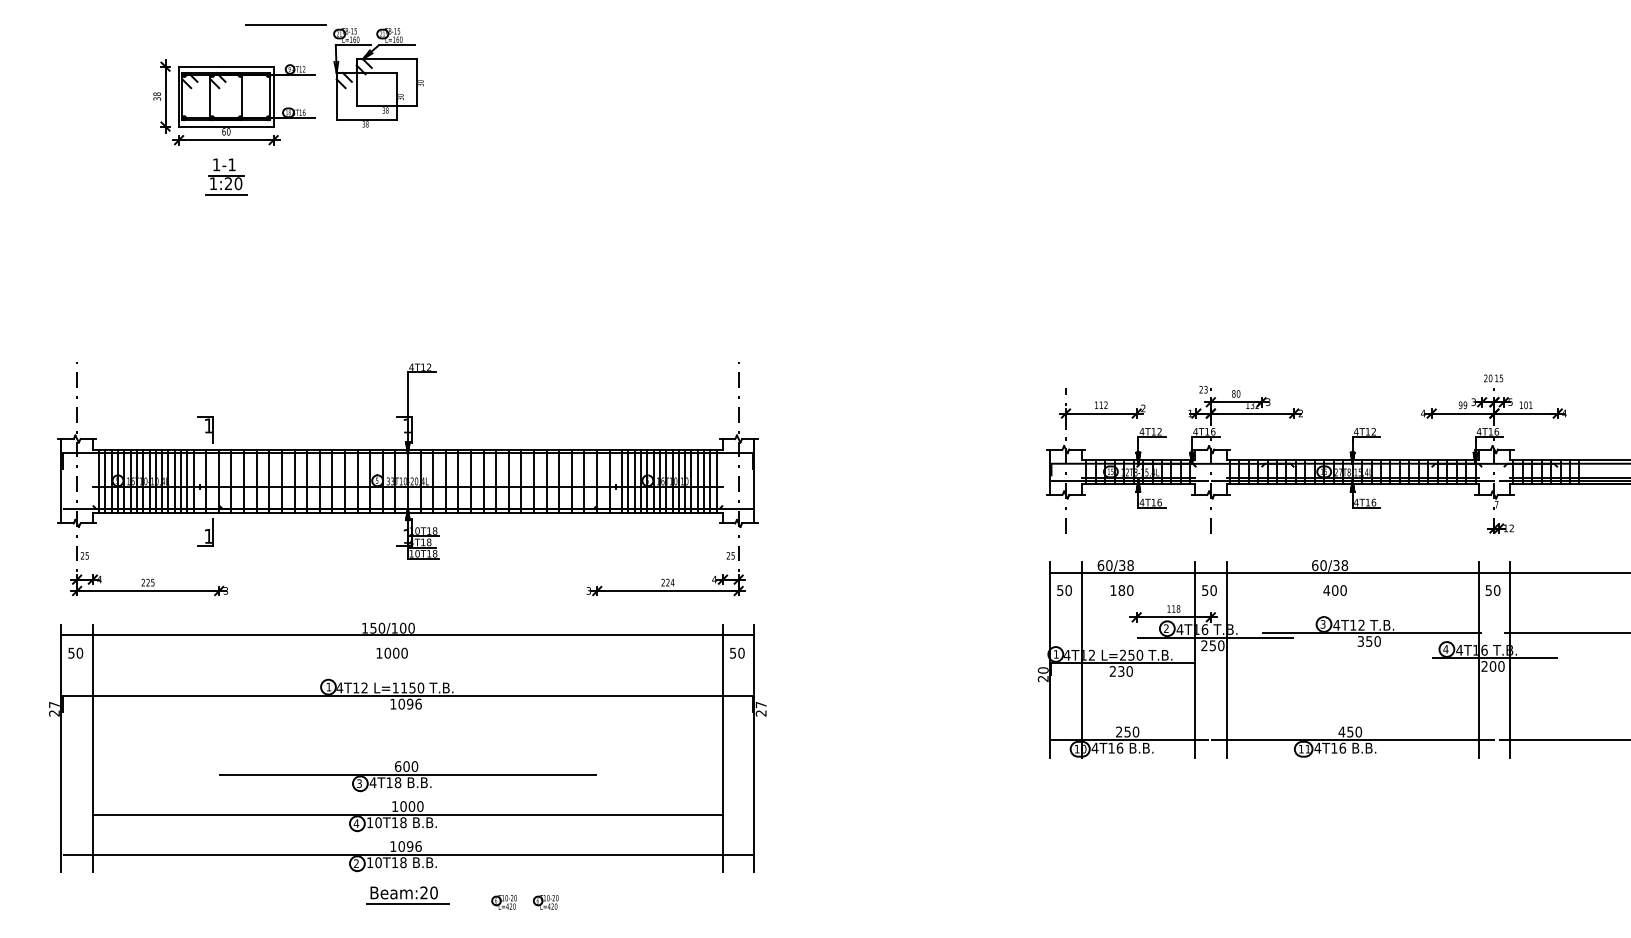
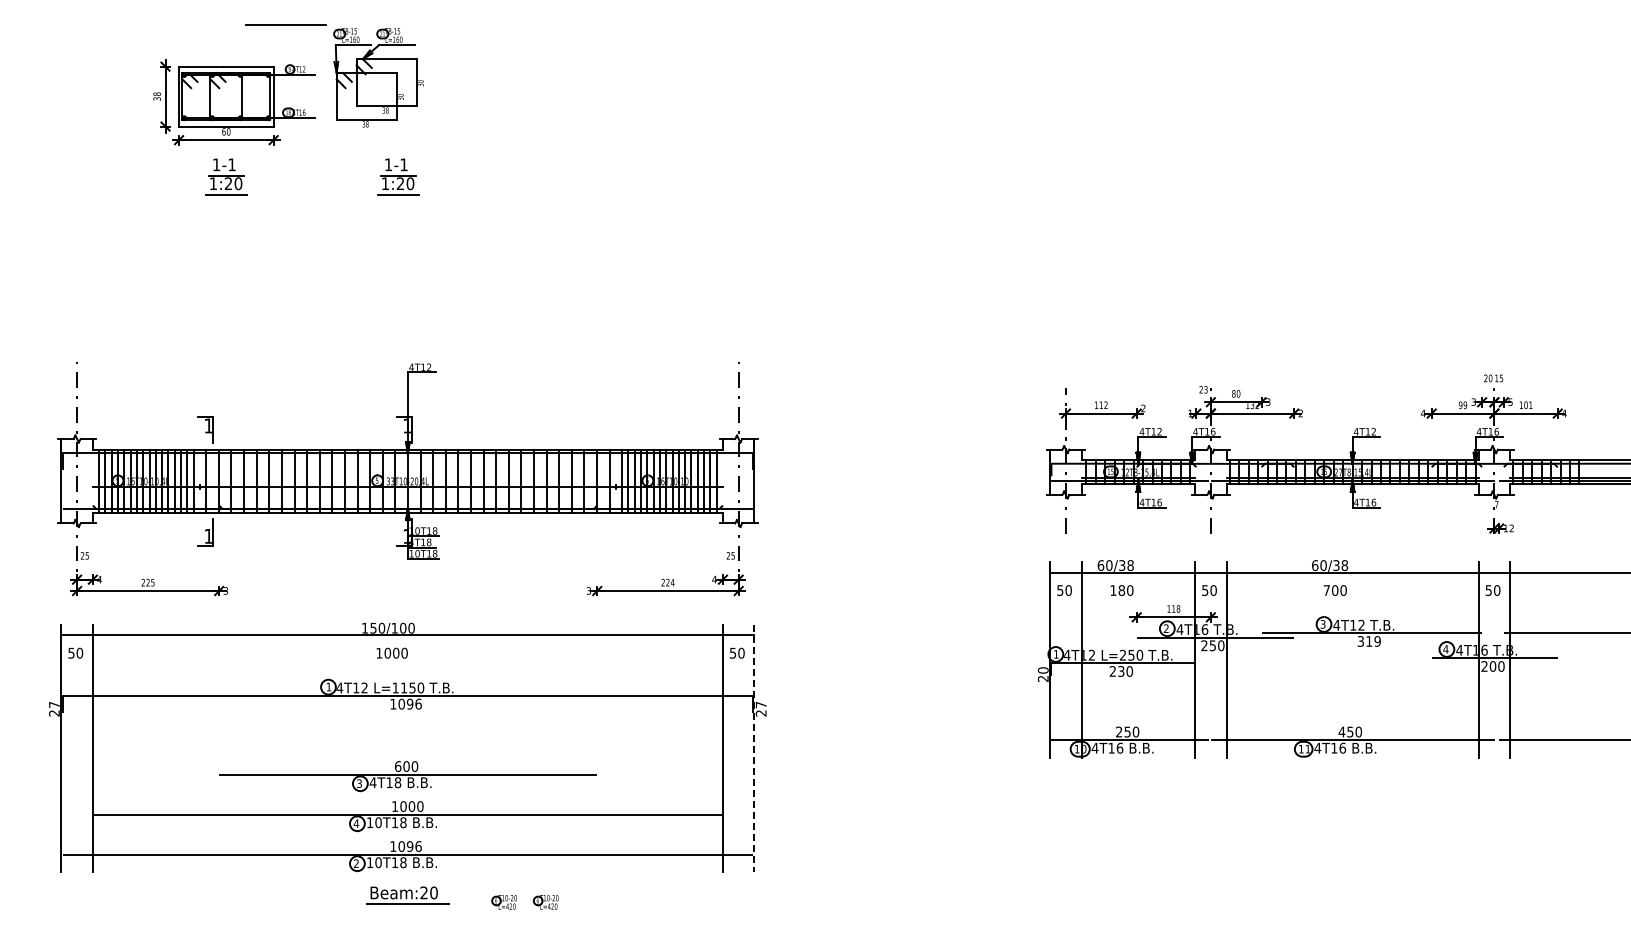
part at (398, 176): none -> present
text at (1326, 590): 400 -> 700
text at (1373, 641): 350 -> 319
line at (754, 748): solid -> dashed
